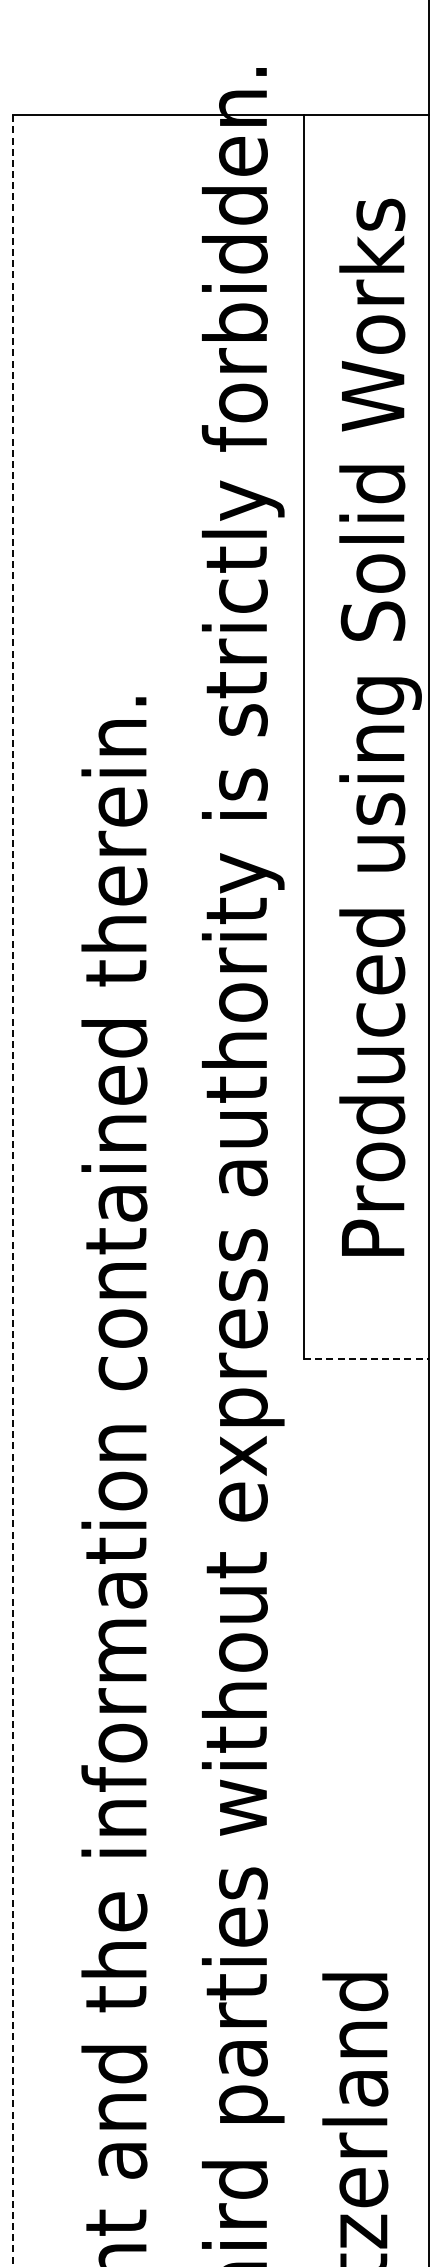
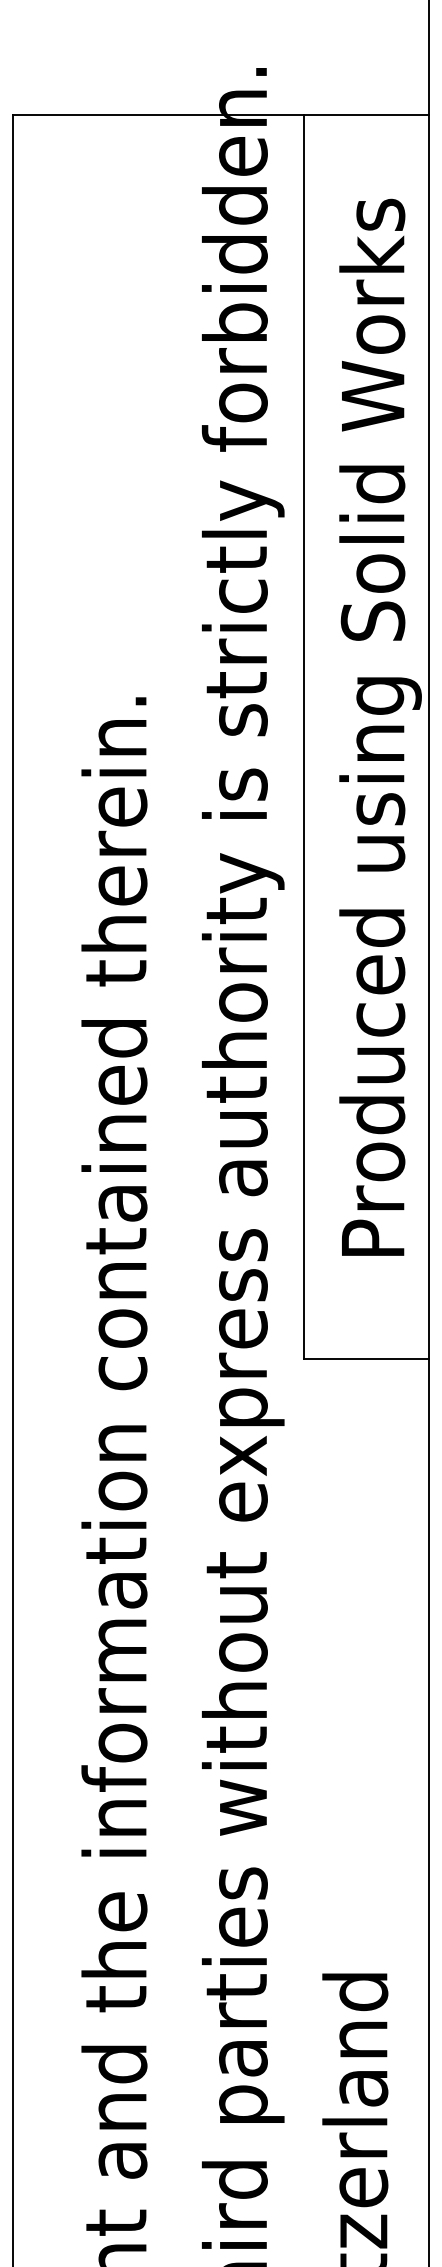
line at (13, 1191): dashed -> solid
line at (366, 1359): dashed -> solid
